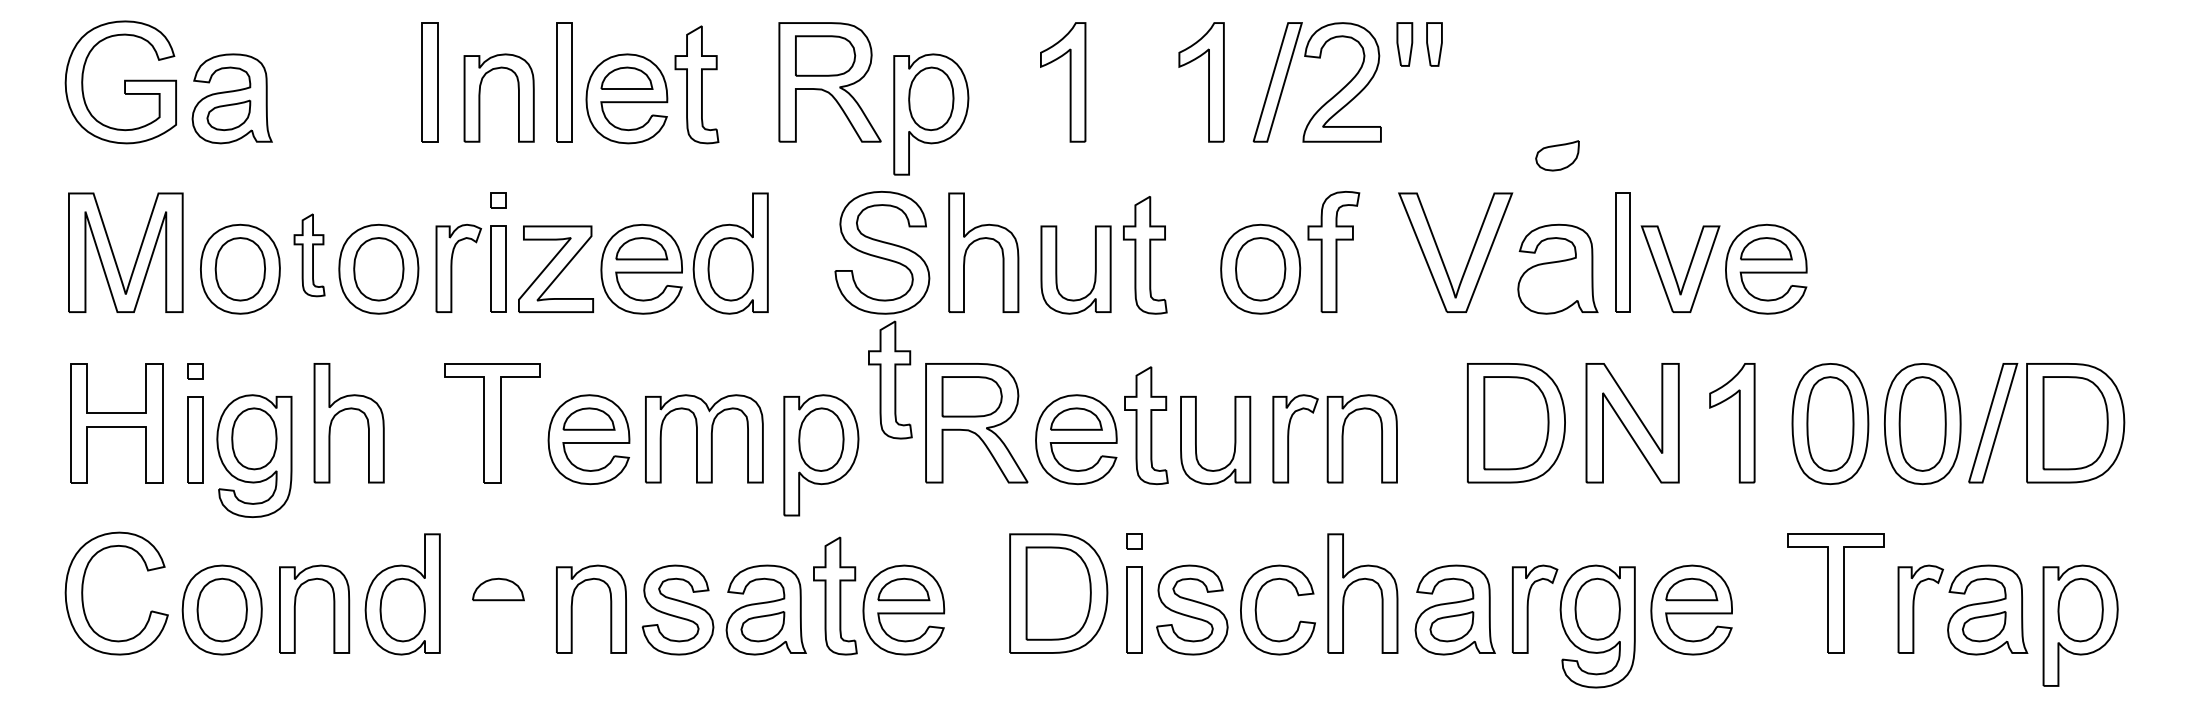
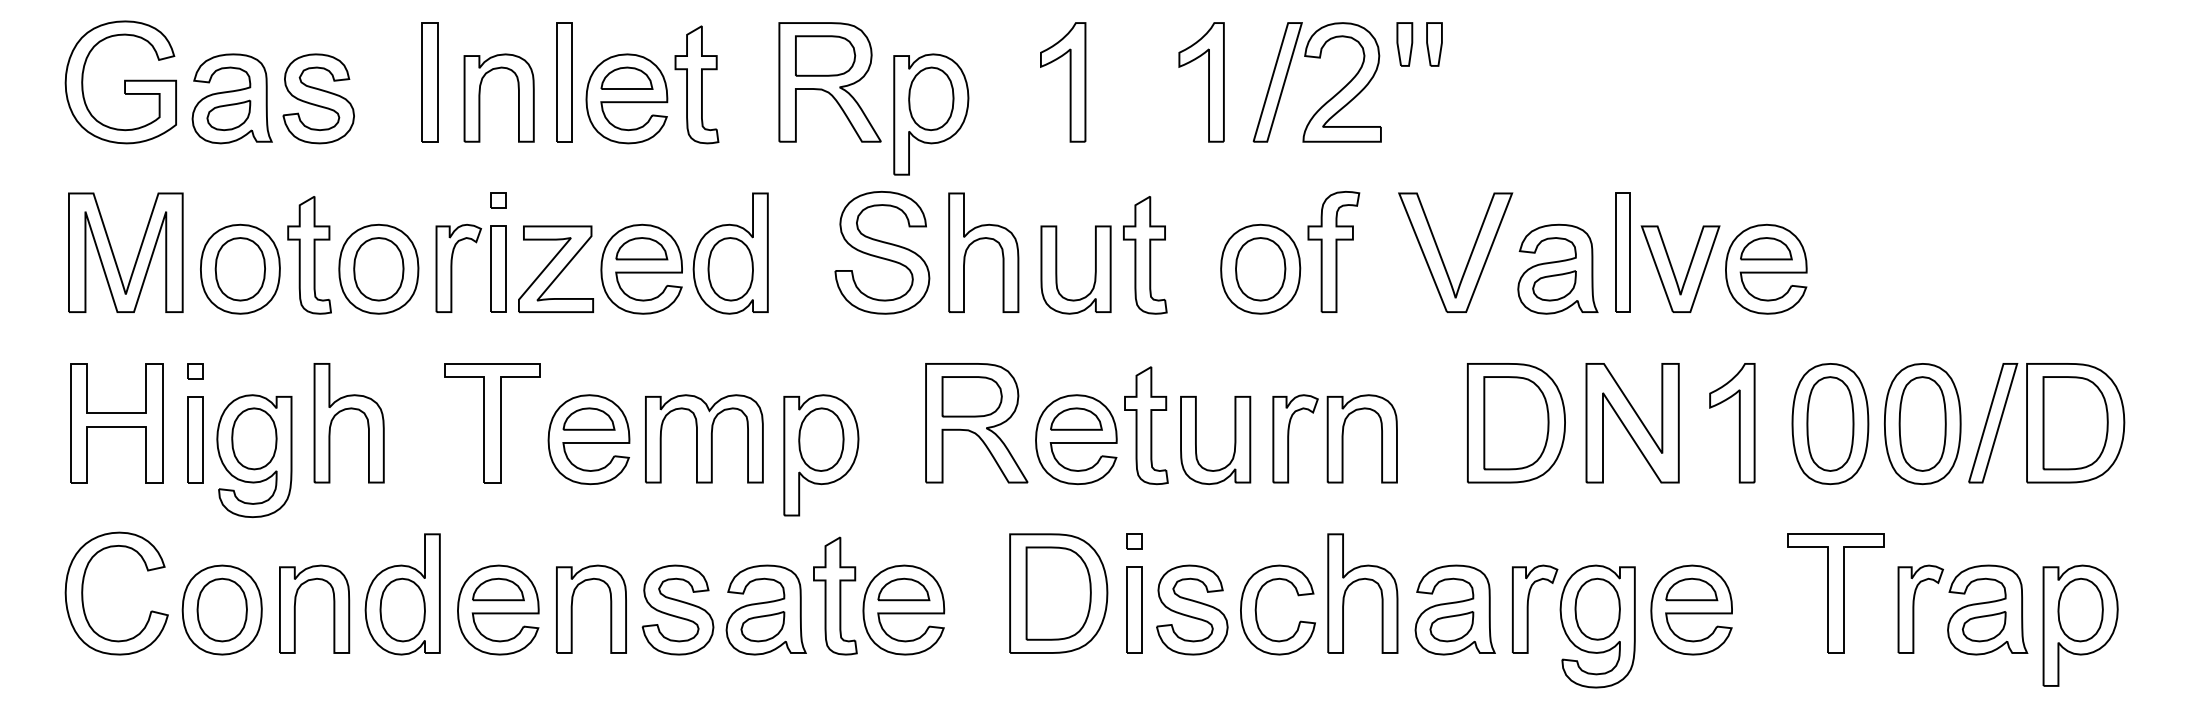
part at (318, 98): none -> present
part at (1557, 155) position: (1557, 155) -> (1554, 285)
part at (309, 255) size: 33x85 px -> 45x119 px
part at (890, 379): present -> none
part at (498, 609): none -> present
